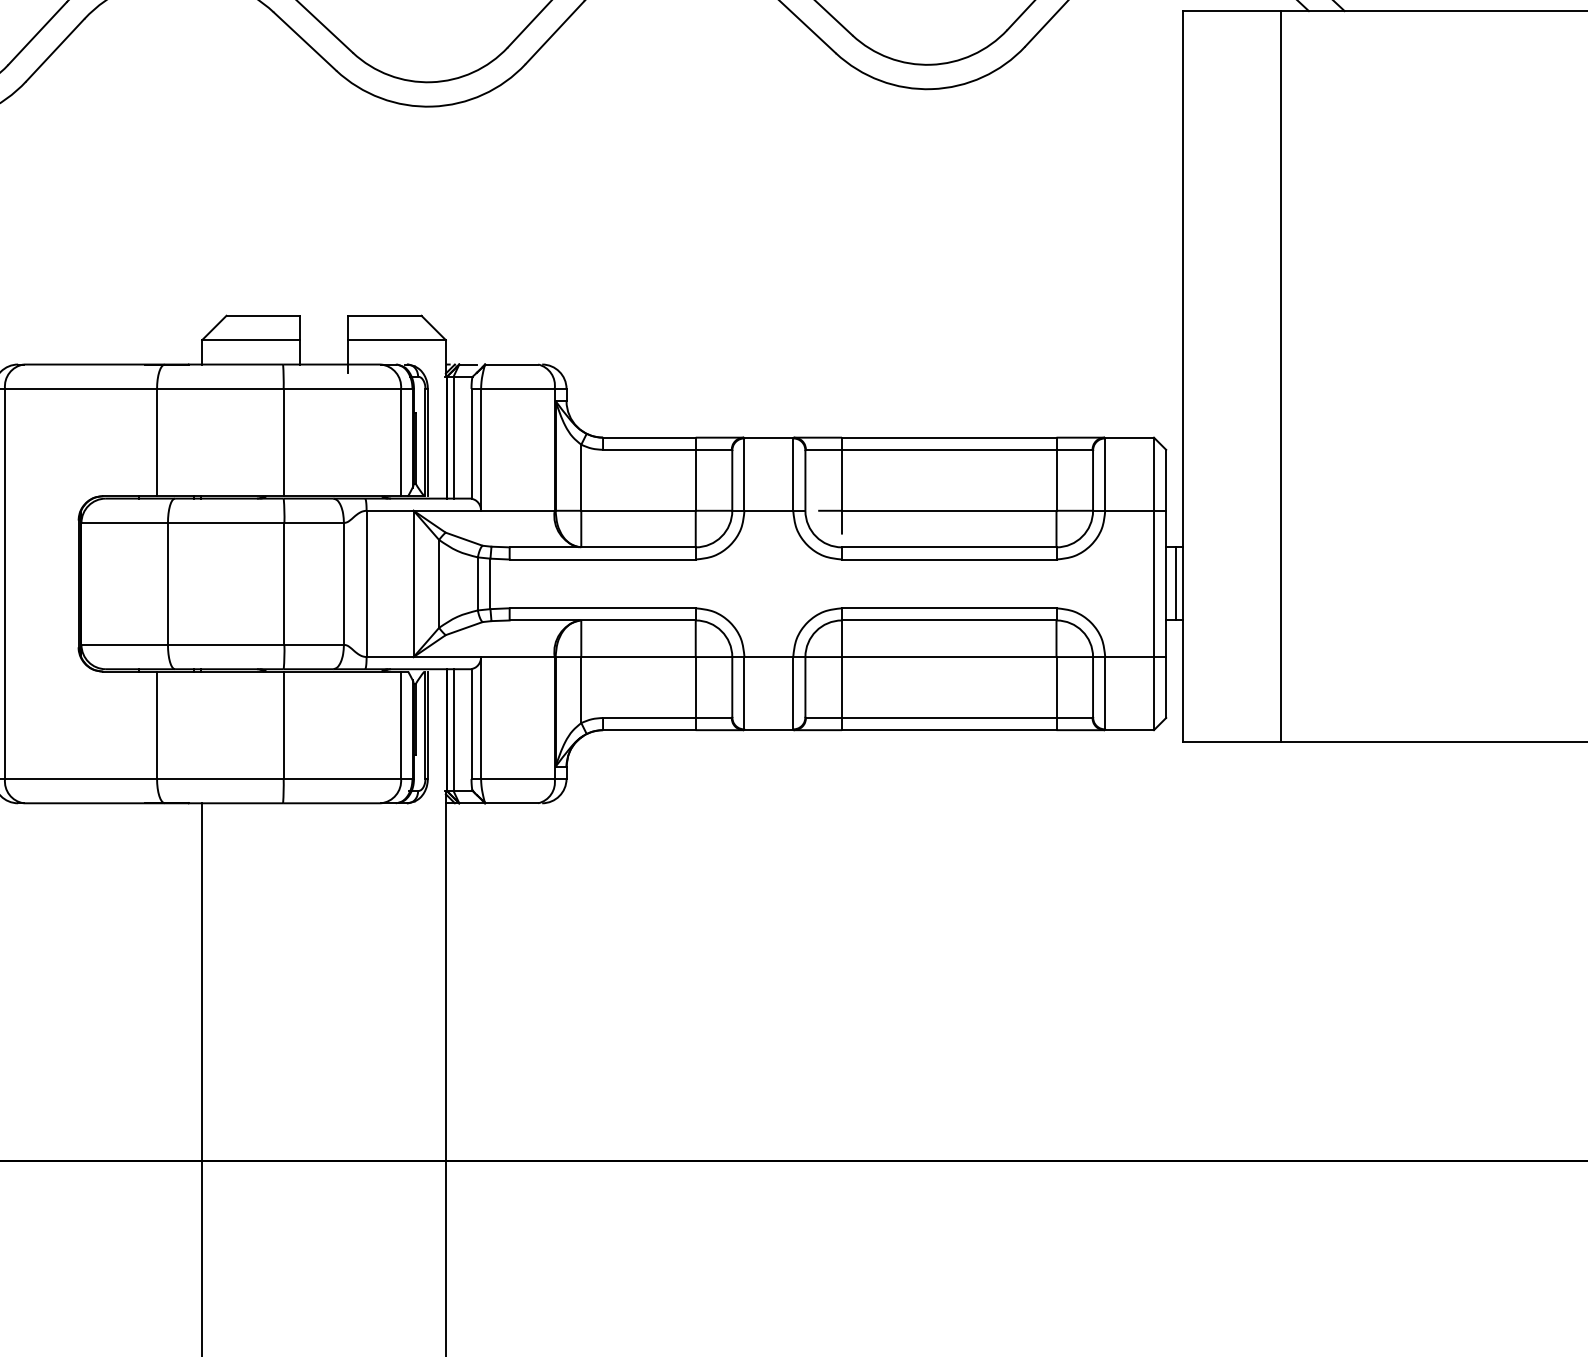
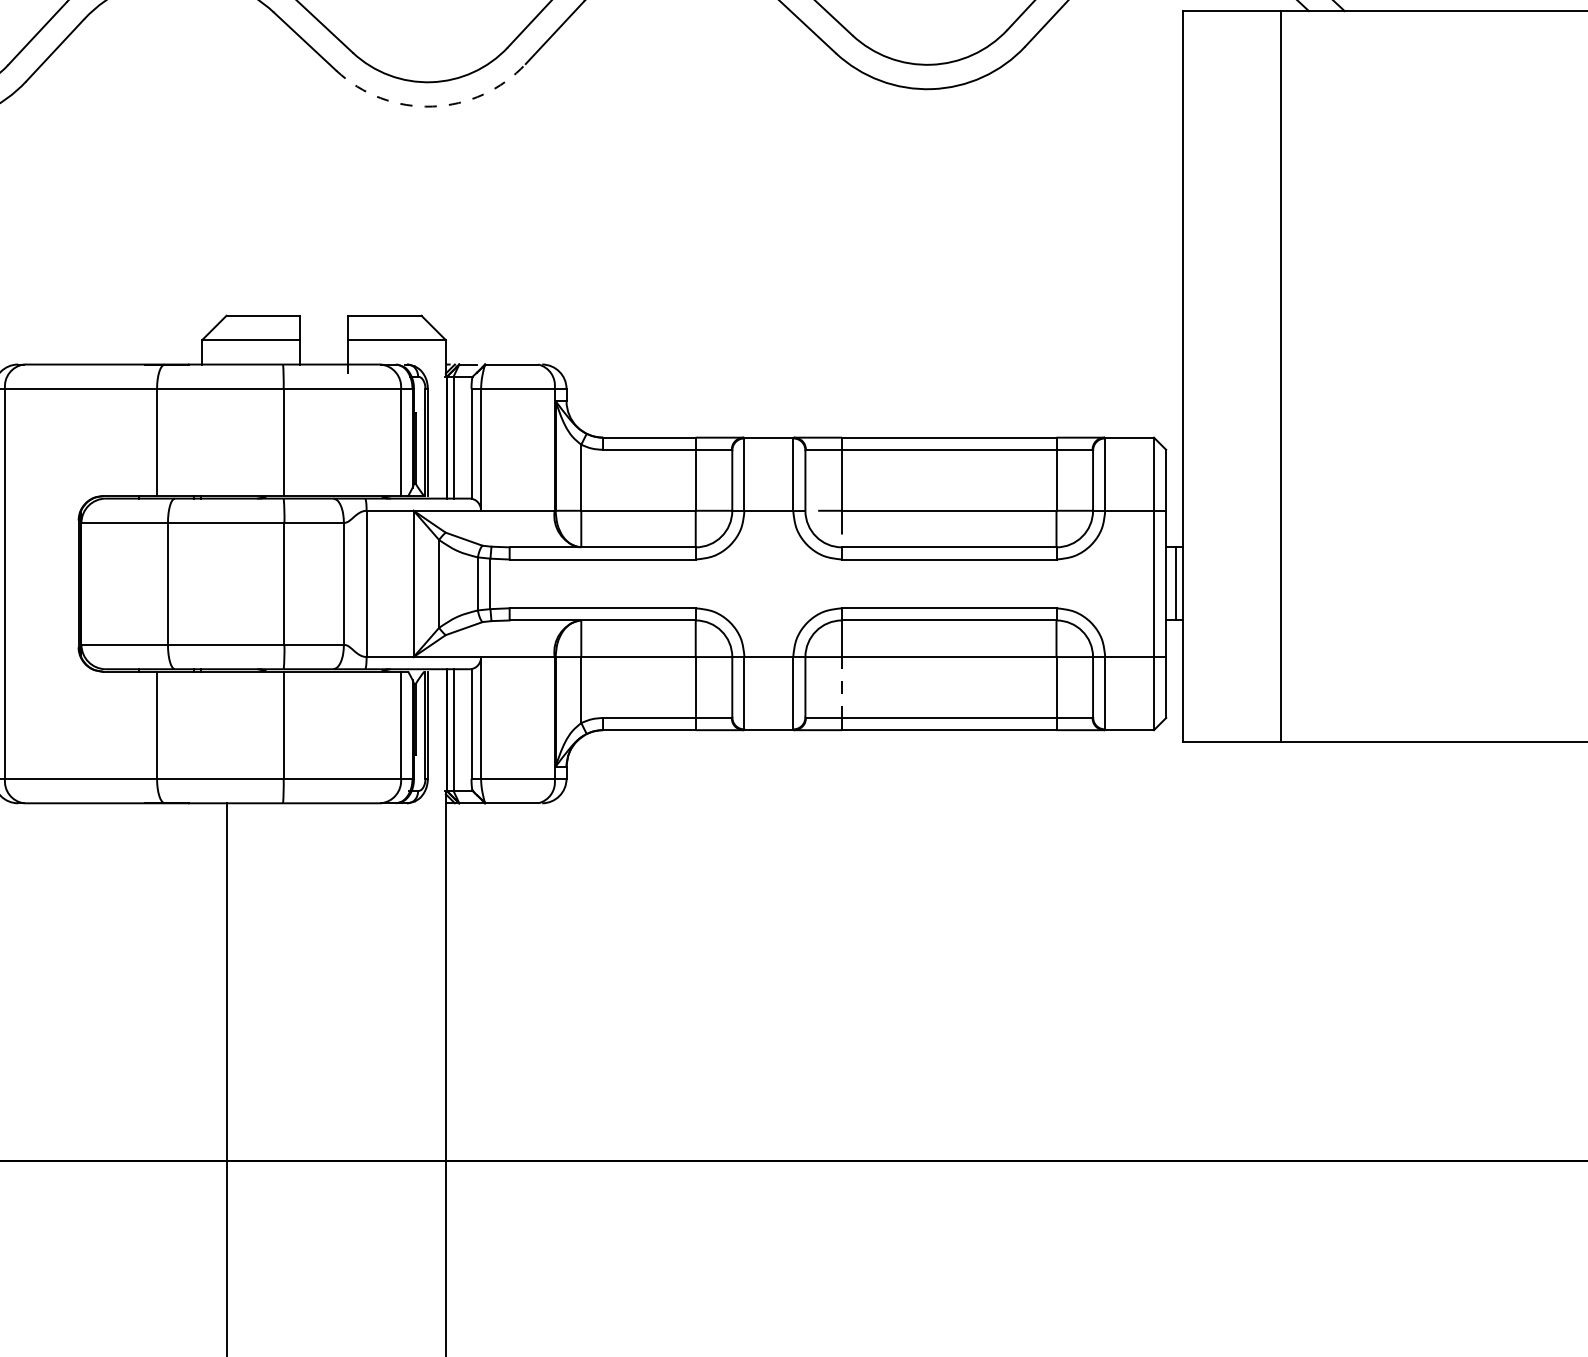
arc at (432, 106): solid -> dashed
line at (841, 688): solid -> dashed
line at (202, 1078) position: (202, 1078) -> (227, 1078)
